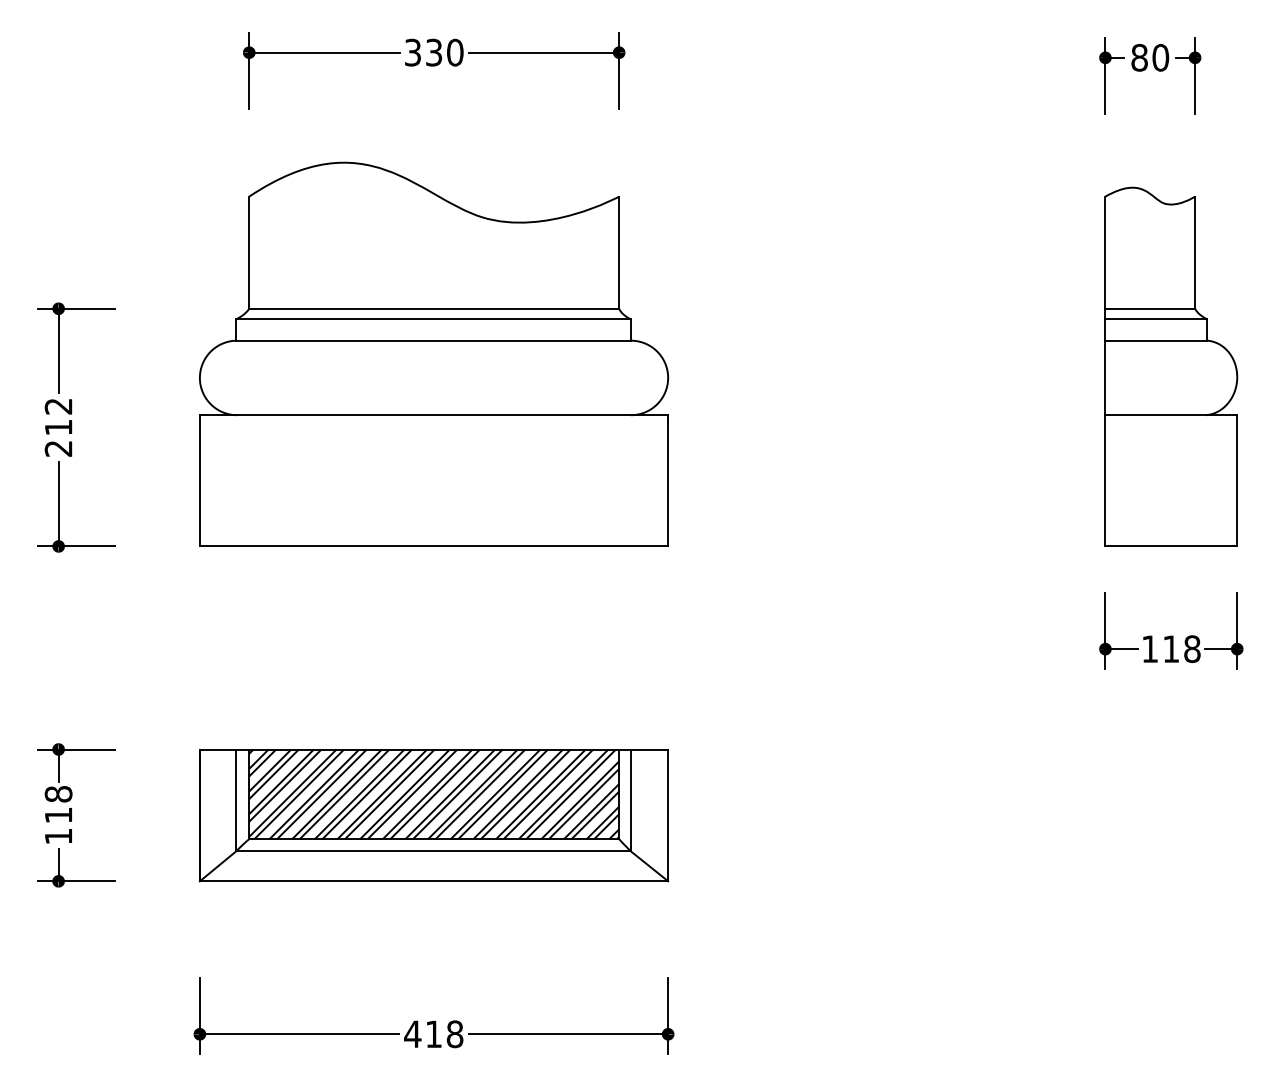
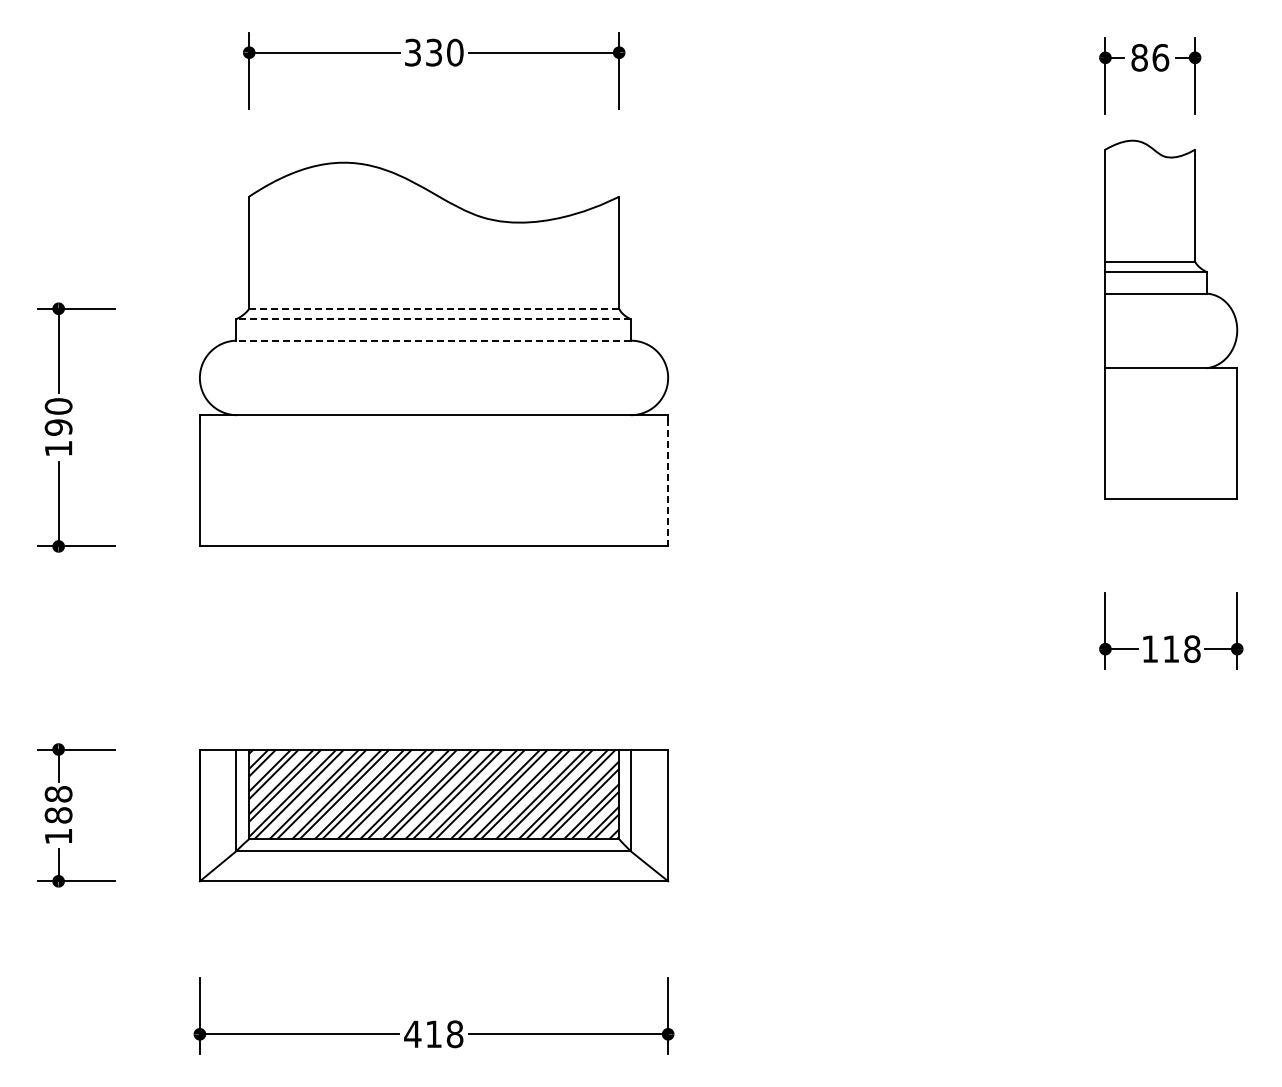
text at (1160, 57): 80 -> 86
line at (434, 308): solid -> dashed
line at (433, 319): solid -> dashed
line at (433, 340): solid -> dashed
part at (1171, 366) position: (1171, 366) -> (1171, 319)
text at (58, 427): 212 -> 190
line at (668, 482): solid -> dashed
text at (58, 815): 118 -> 188
